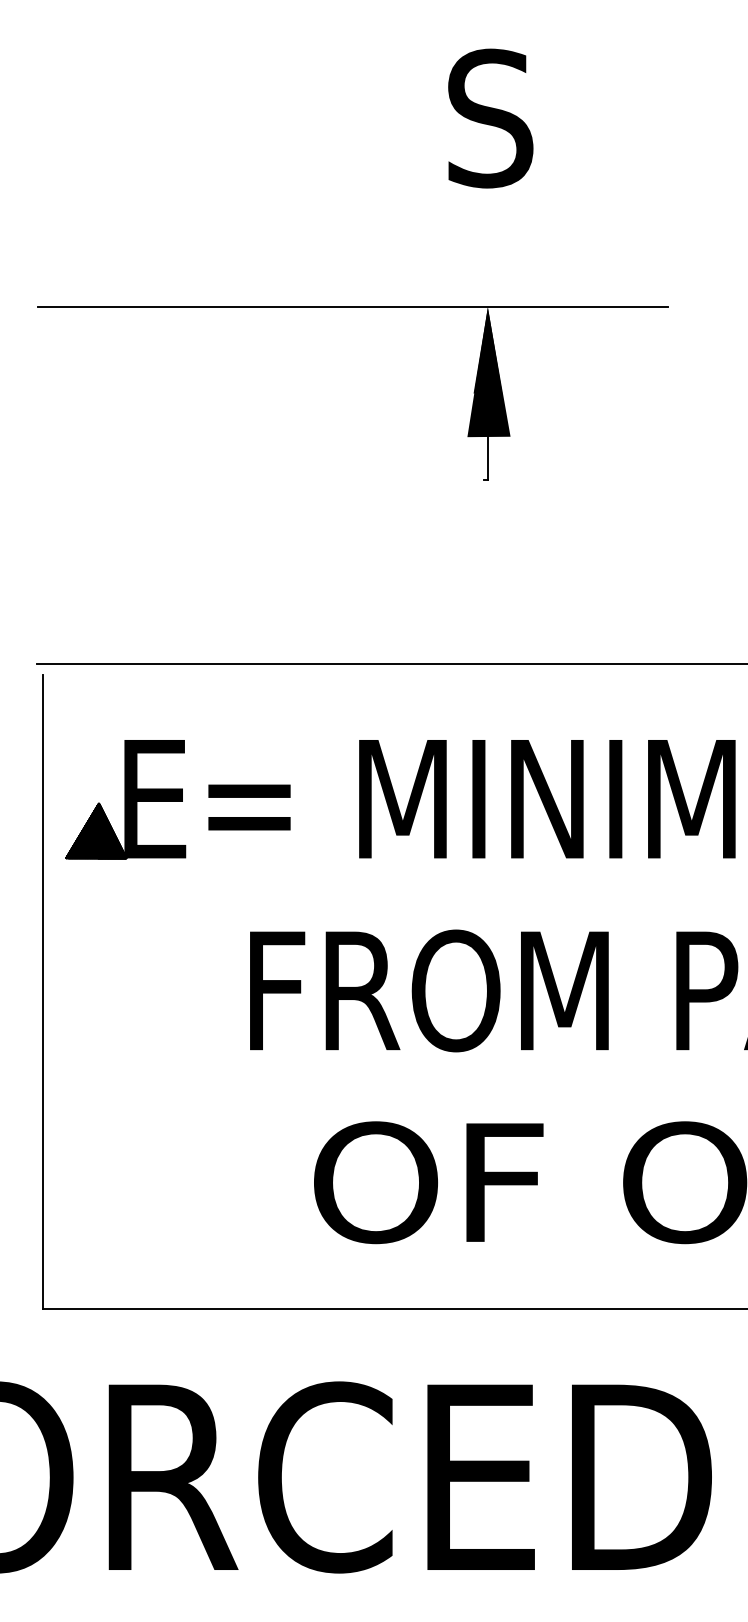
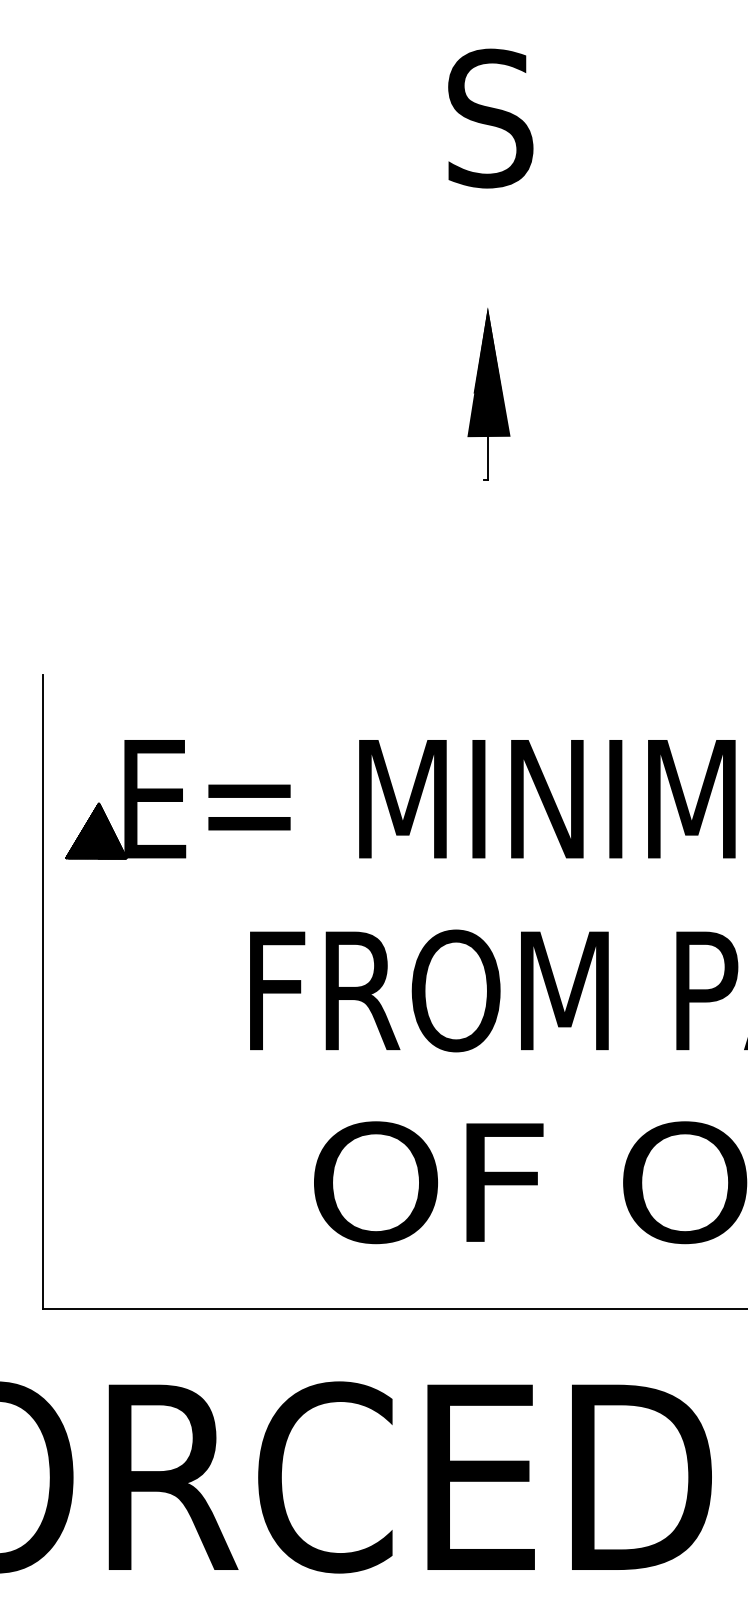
line at (352, 307): present -> none
line at (390, 663): present -> none
